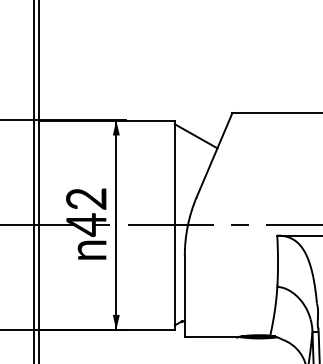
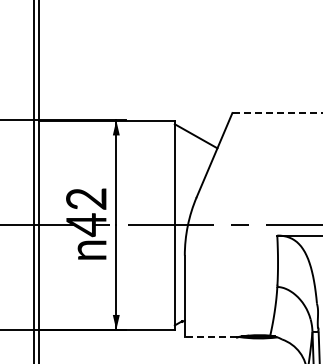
line at (277, 113): solid -> dashed
line at (210, 337): solid -> dashed
